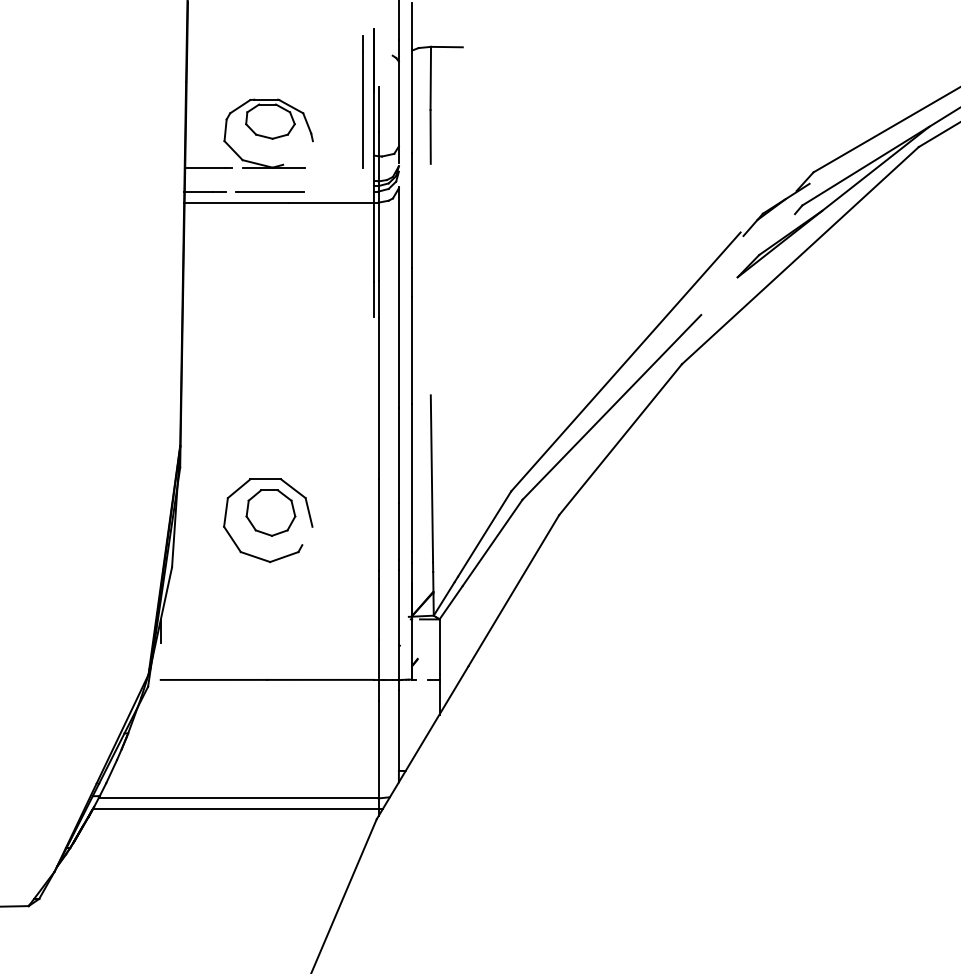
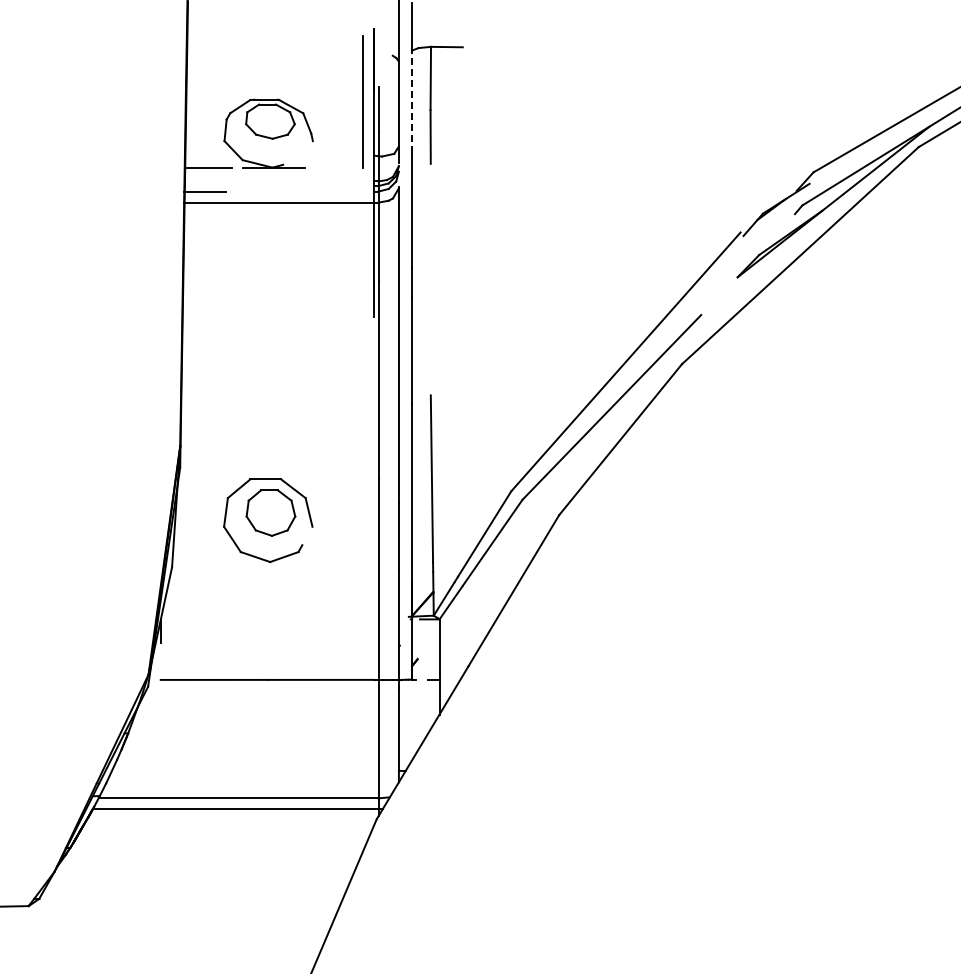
line at (412, 101): solid -> dashed
line at (269, 191): present -> none
